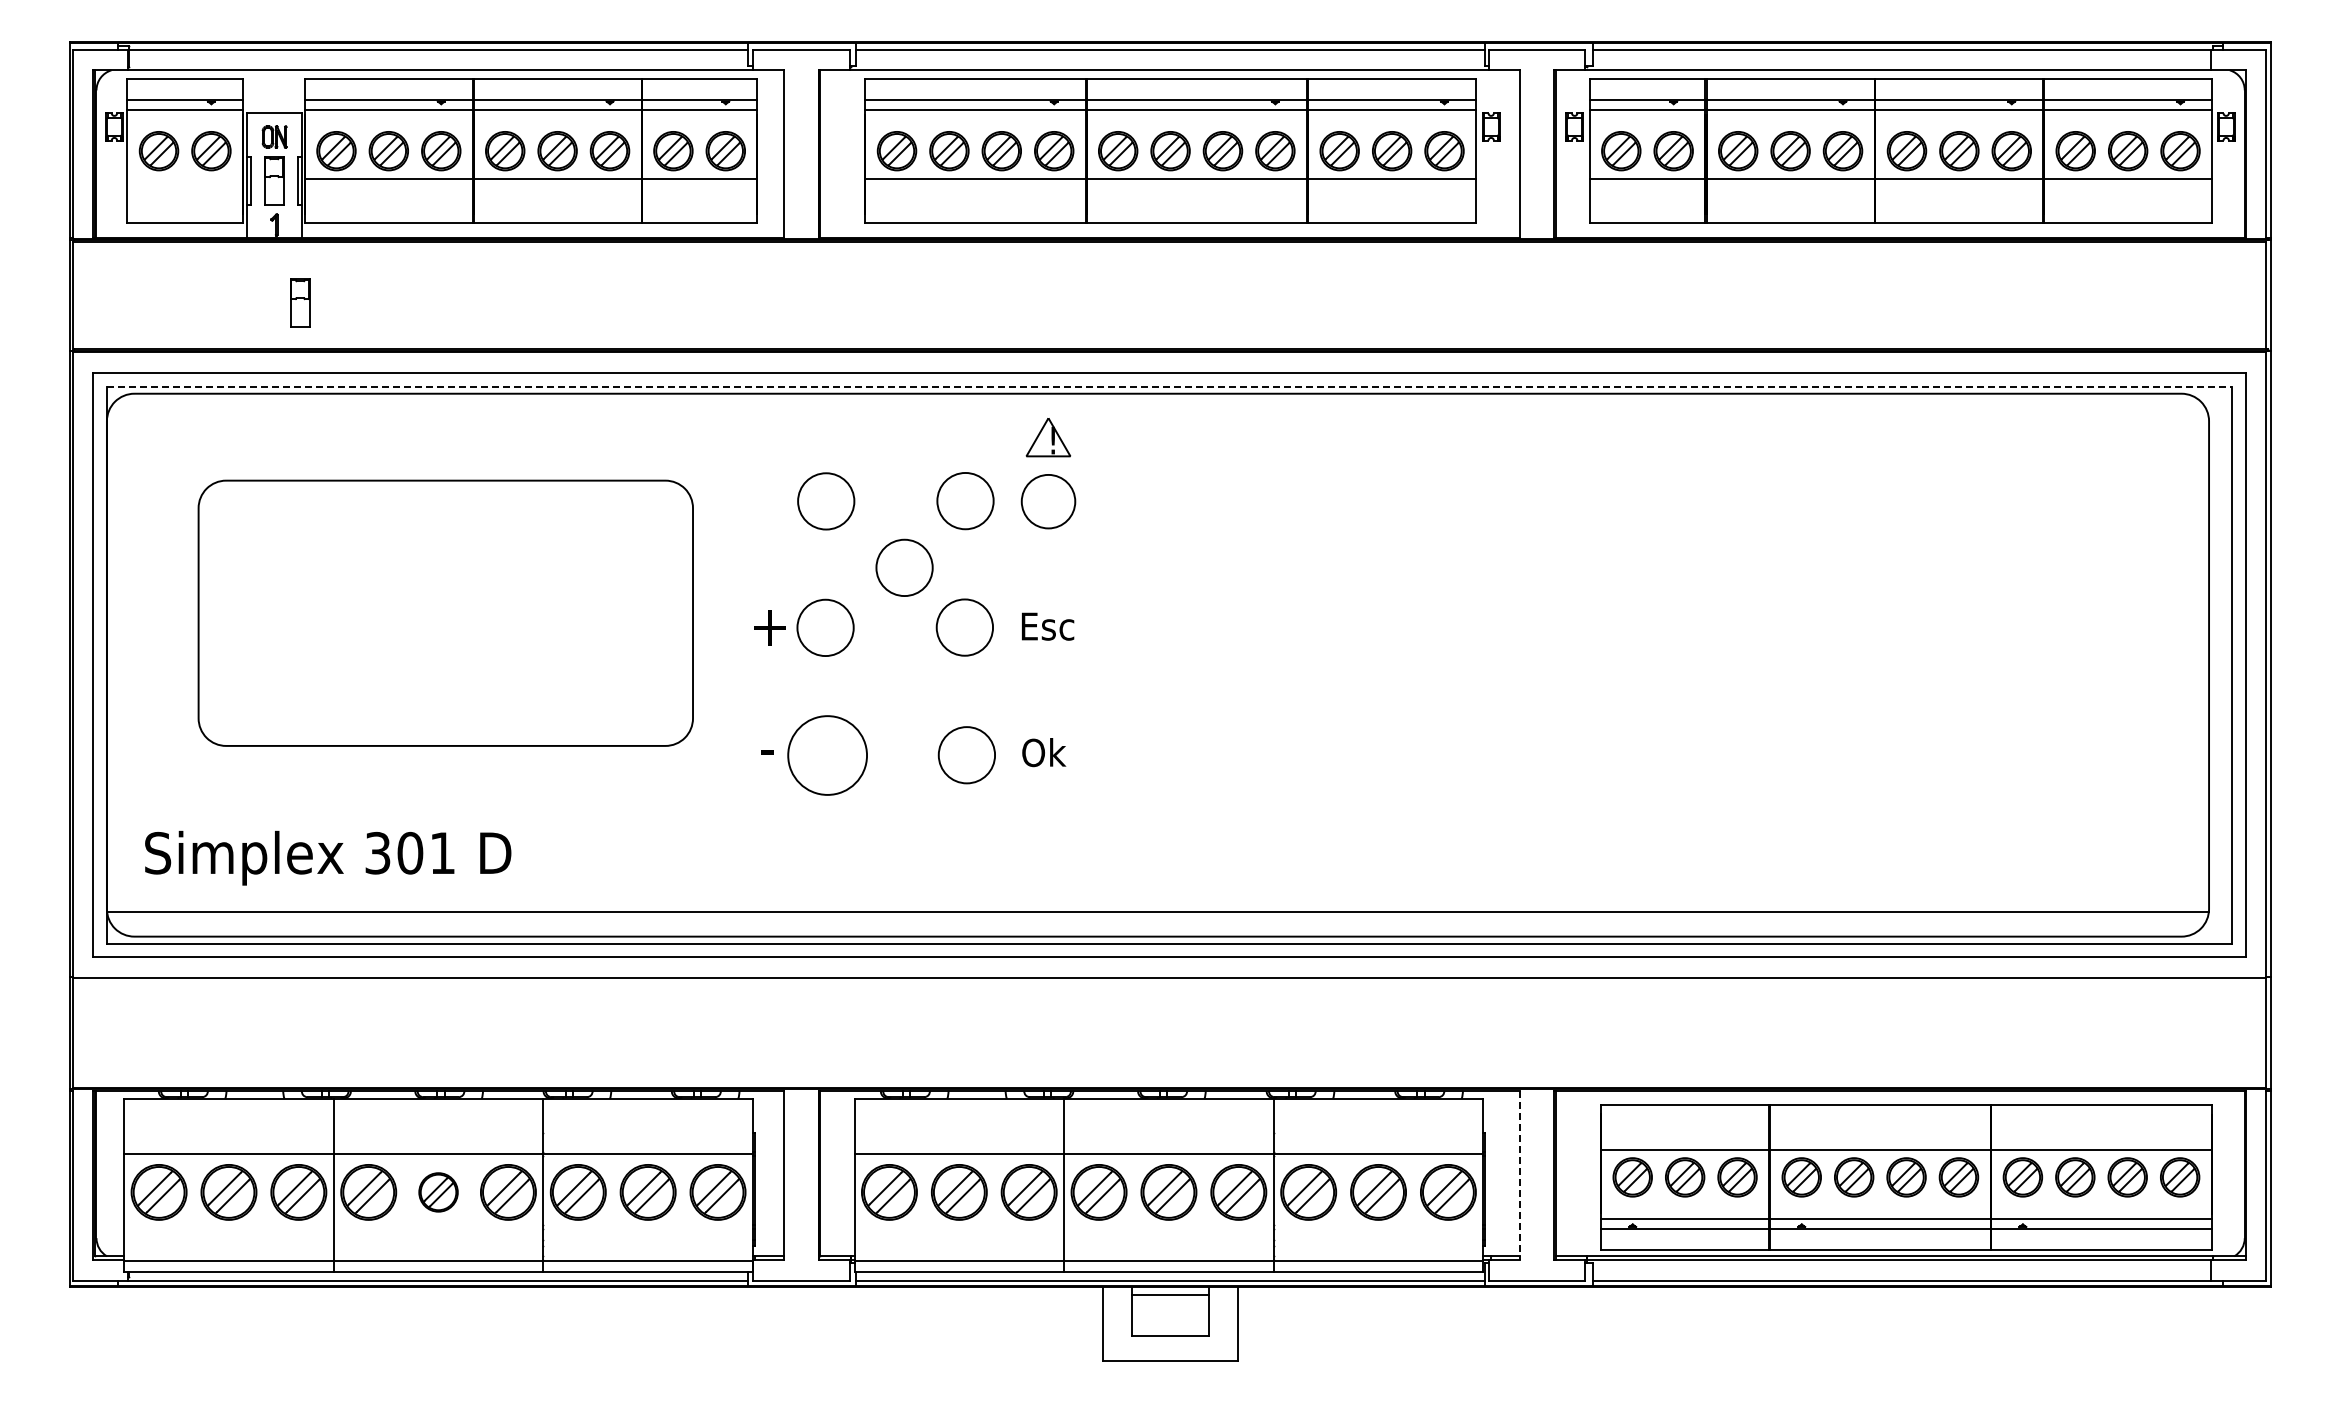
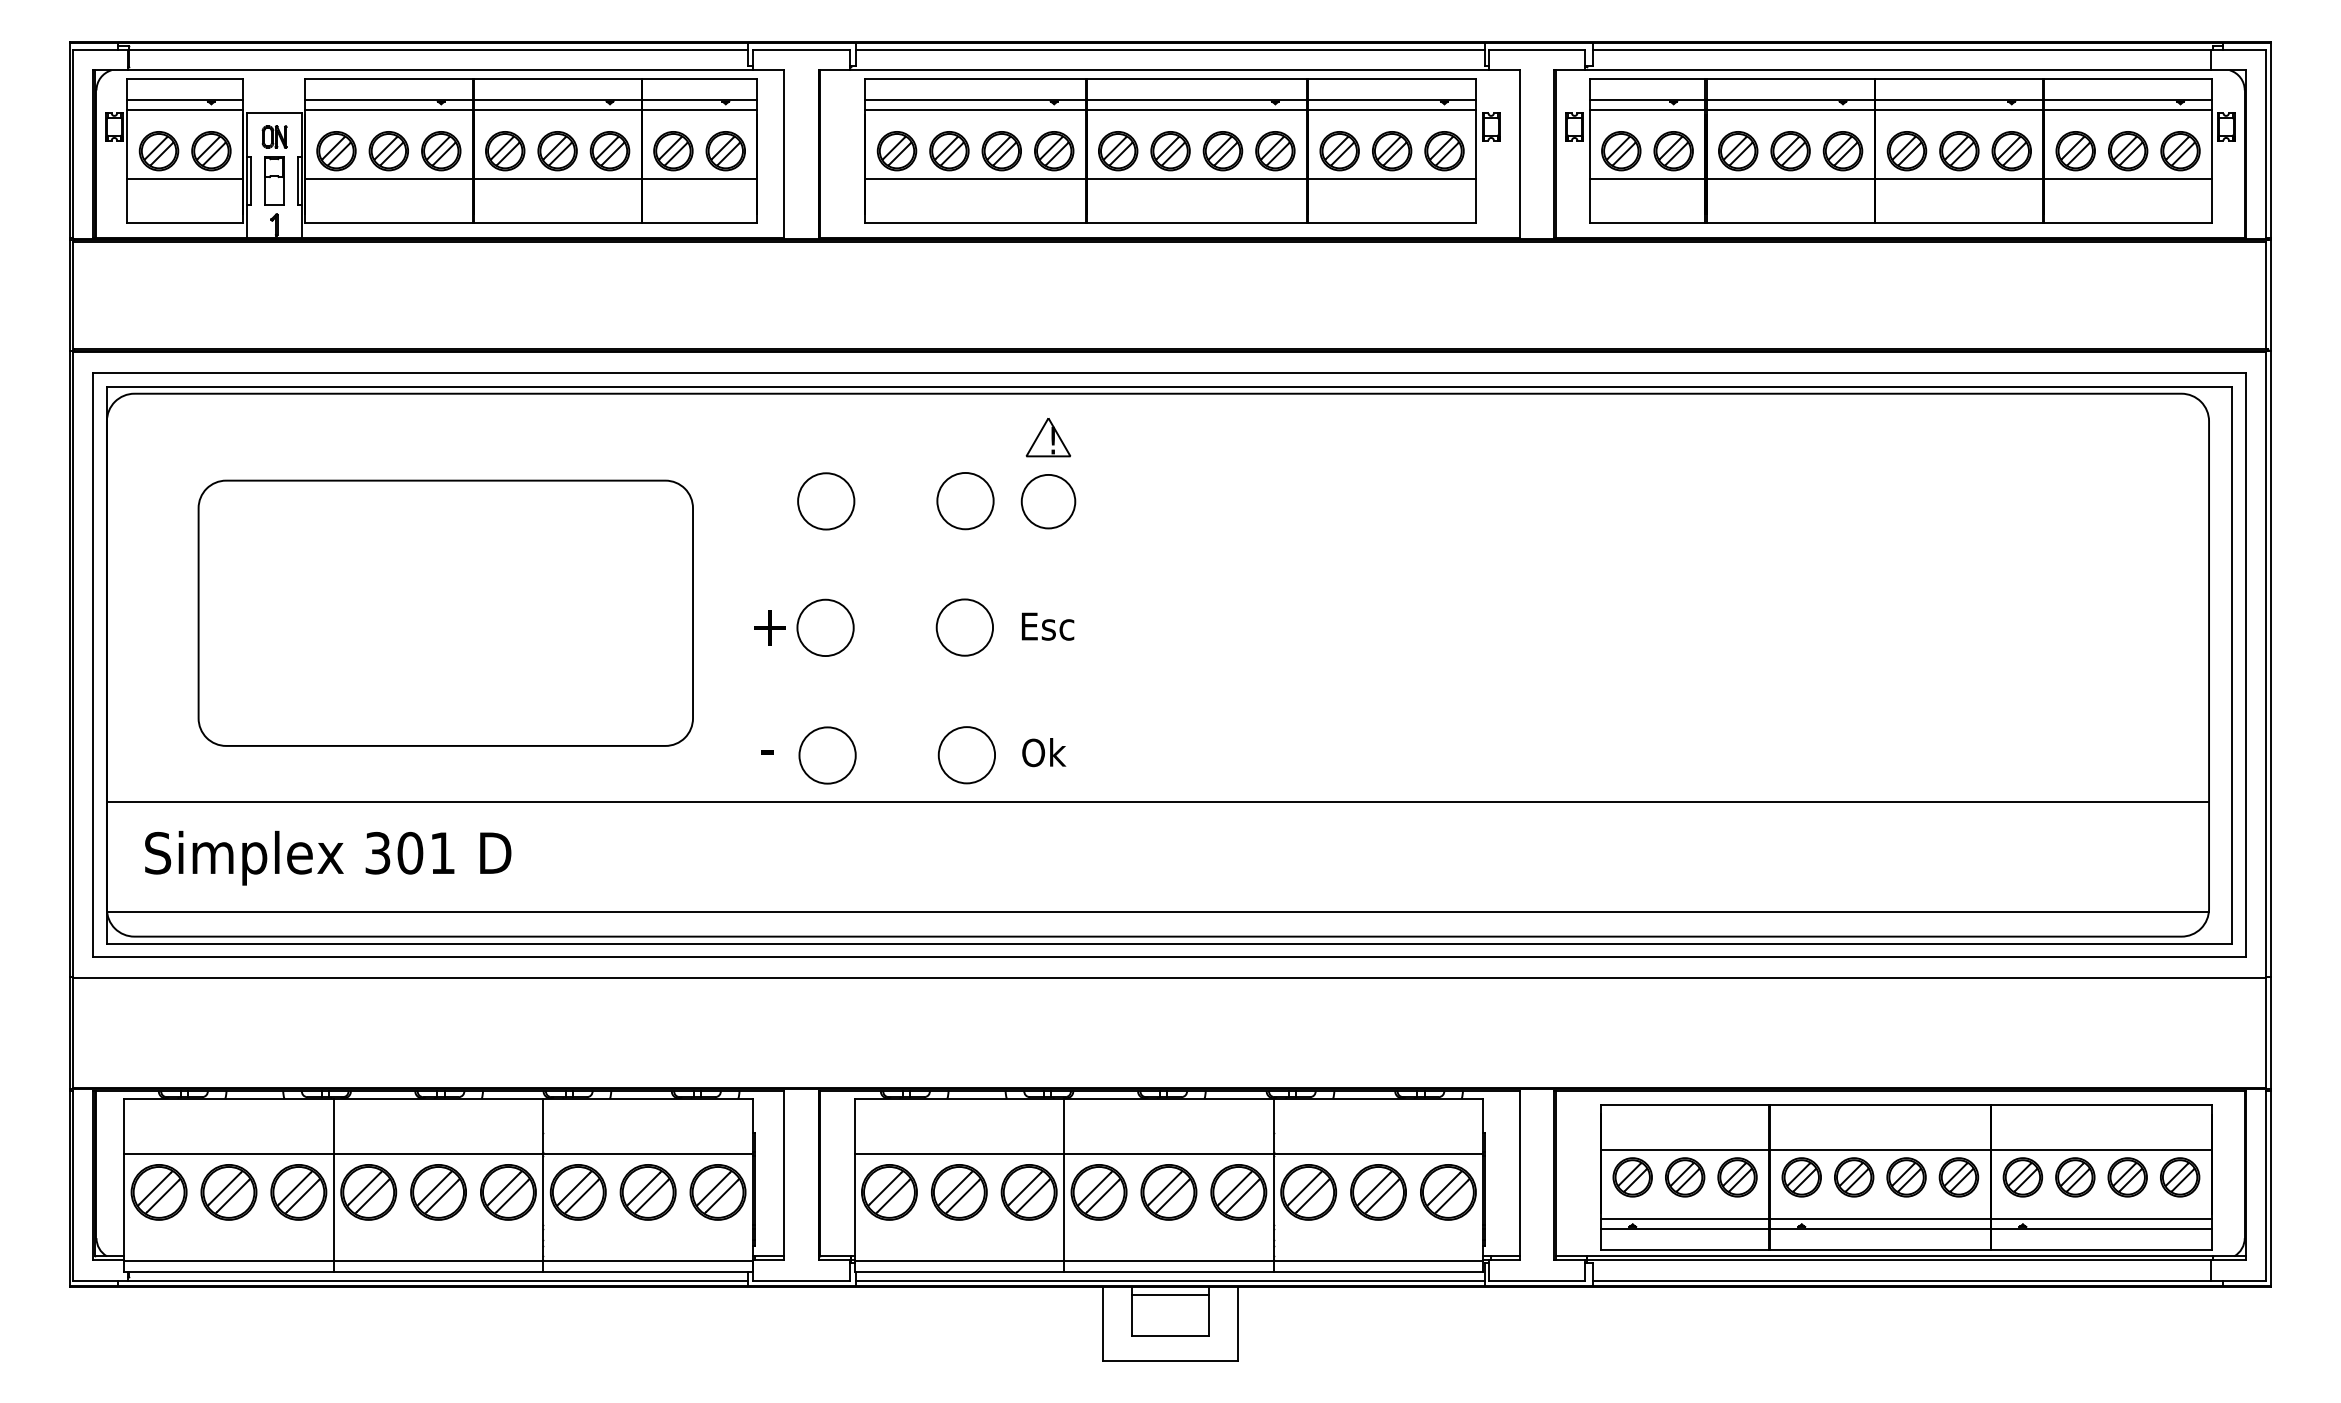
line at (185, 178): none -> present
part at (300, 302): present -> none
line at (1169, 386): dashed -> solid
circle at (904, 567): present -> none
circle at (827, 755) diameter: 79 px -> 56 px
line at (1157, 802): none -> present
line at (1520, 1175): dashed -> solid
part at (438, 1192) size: 41x41 px -> 57x57 px
